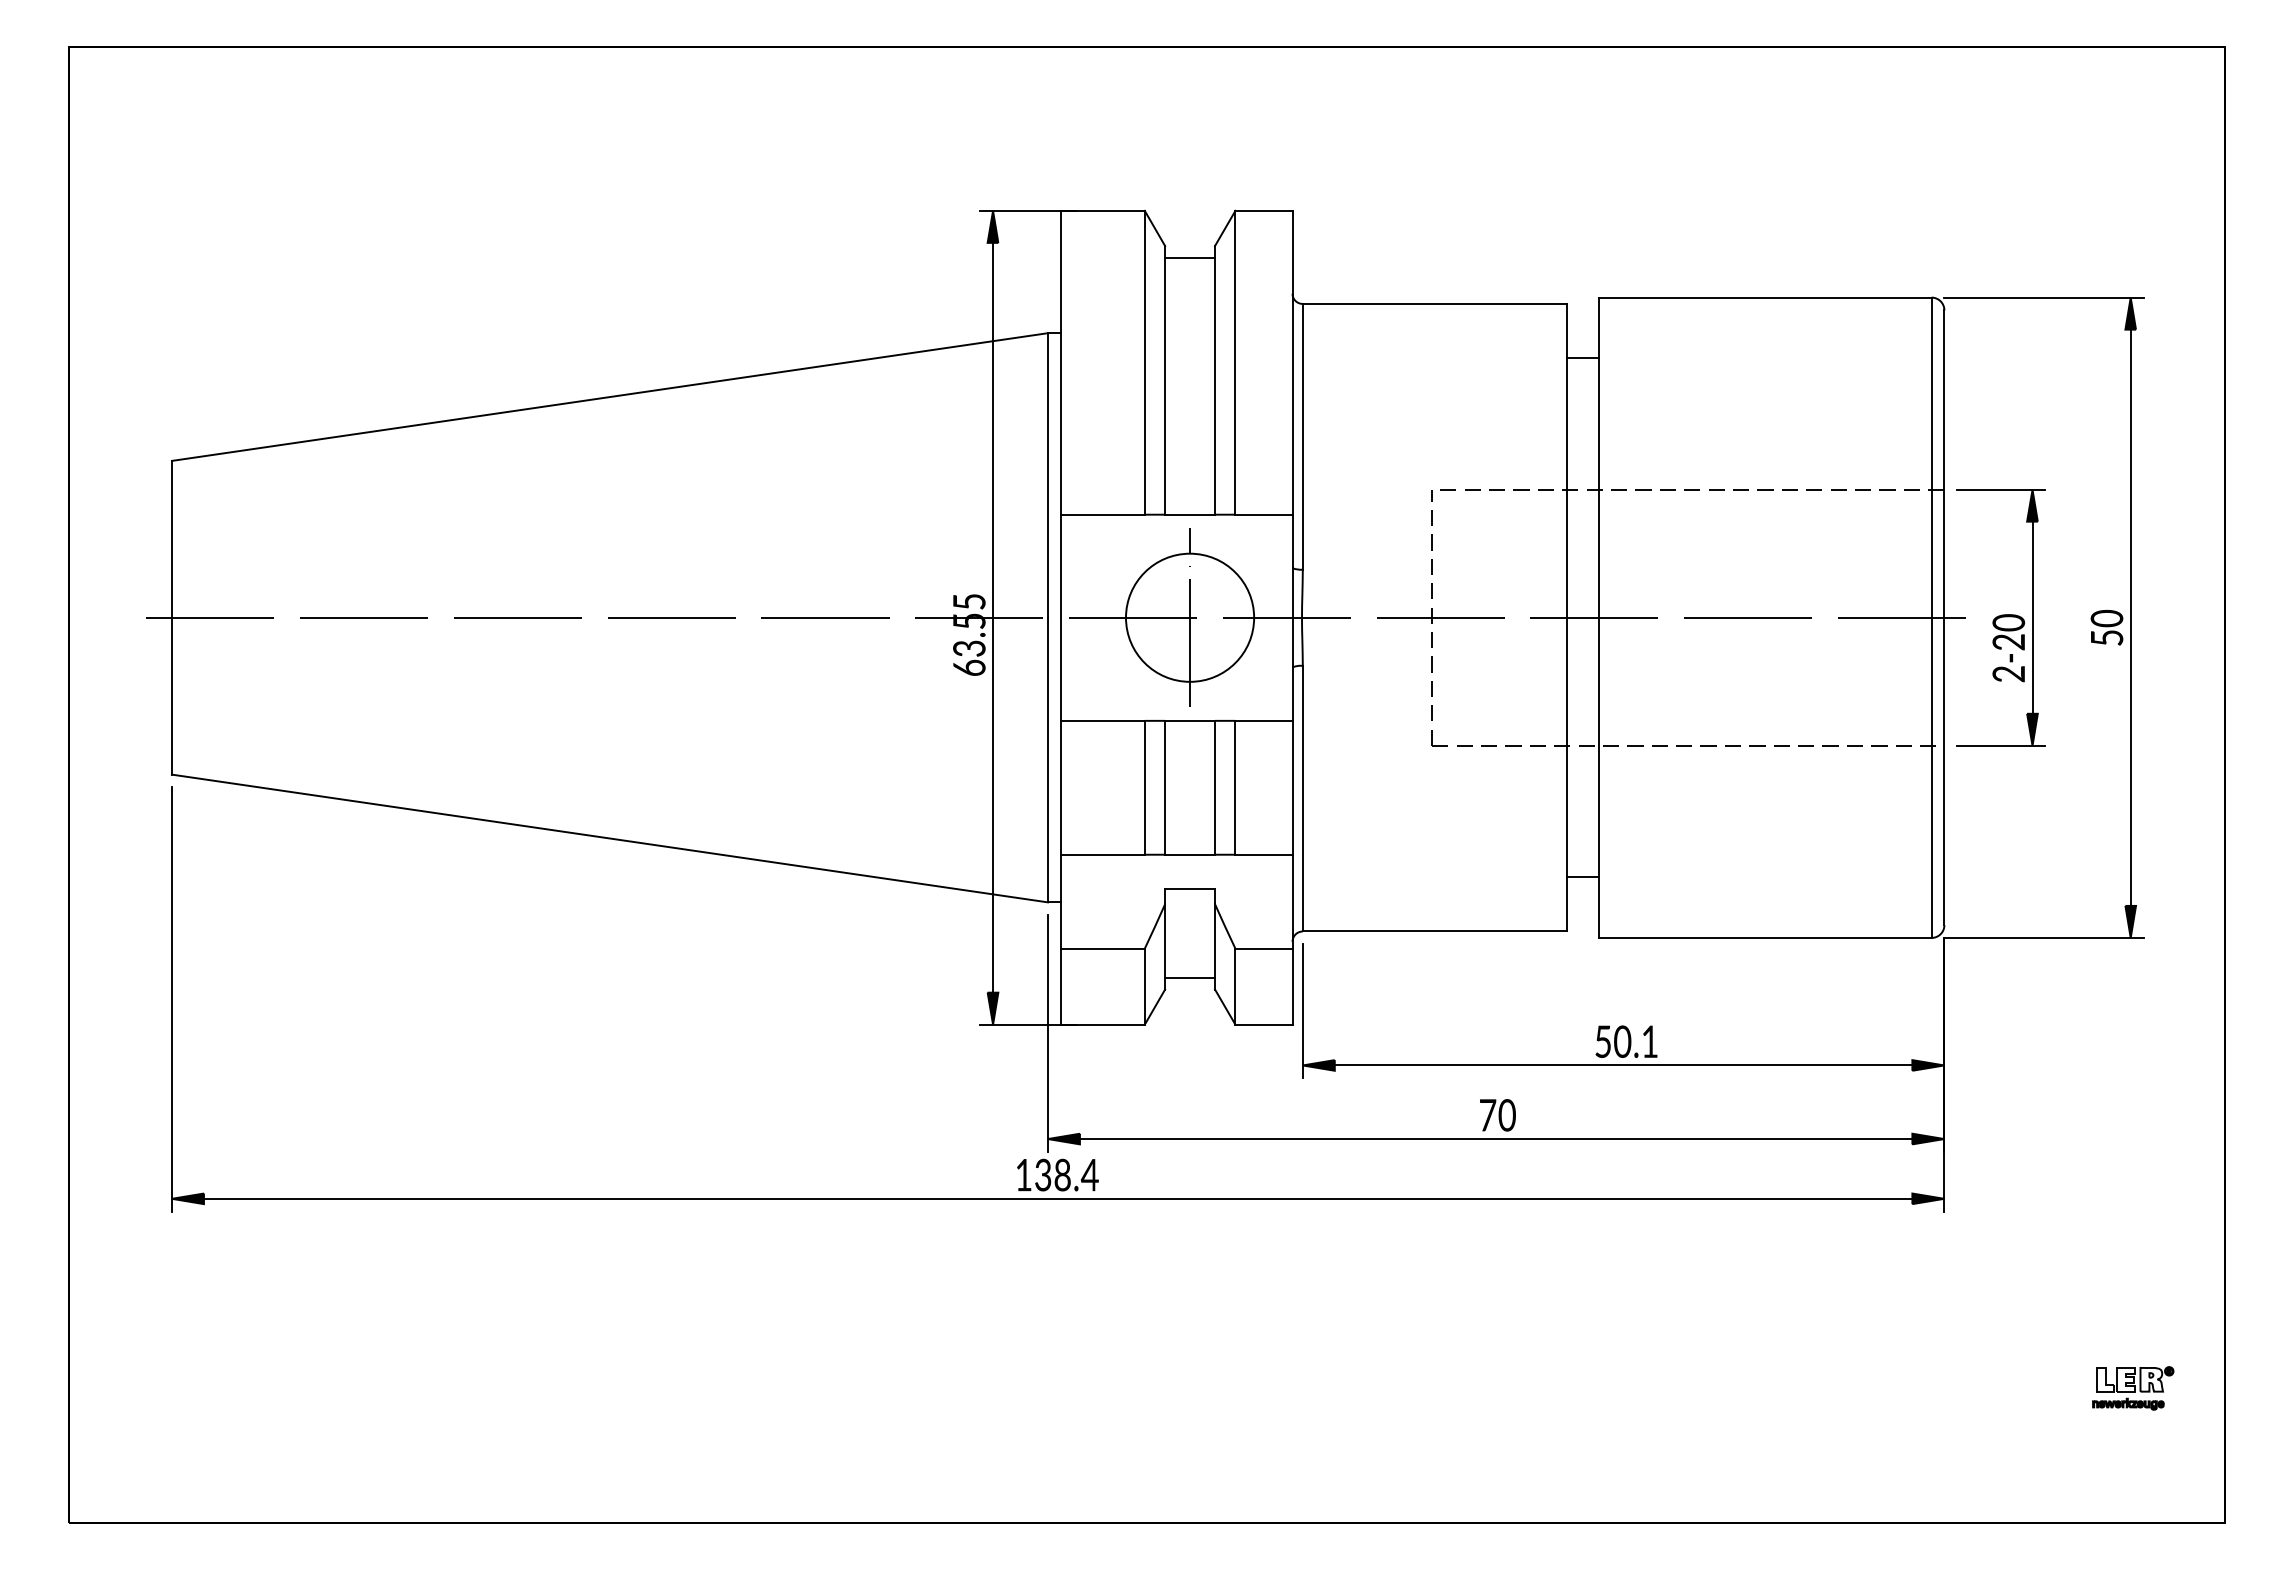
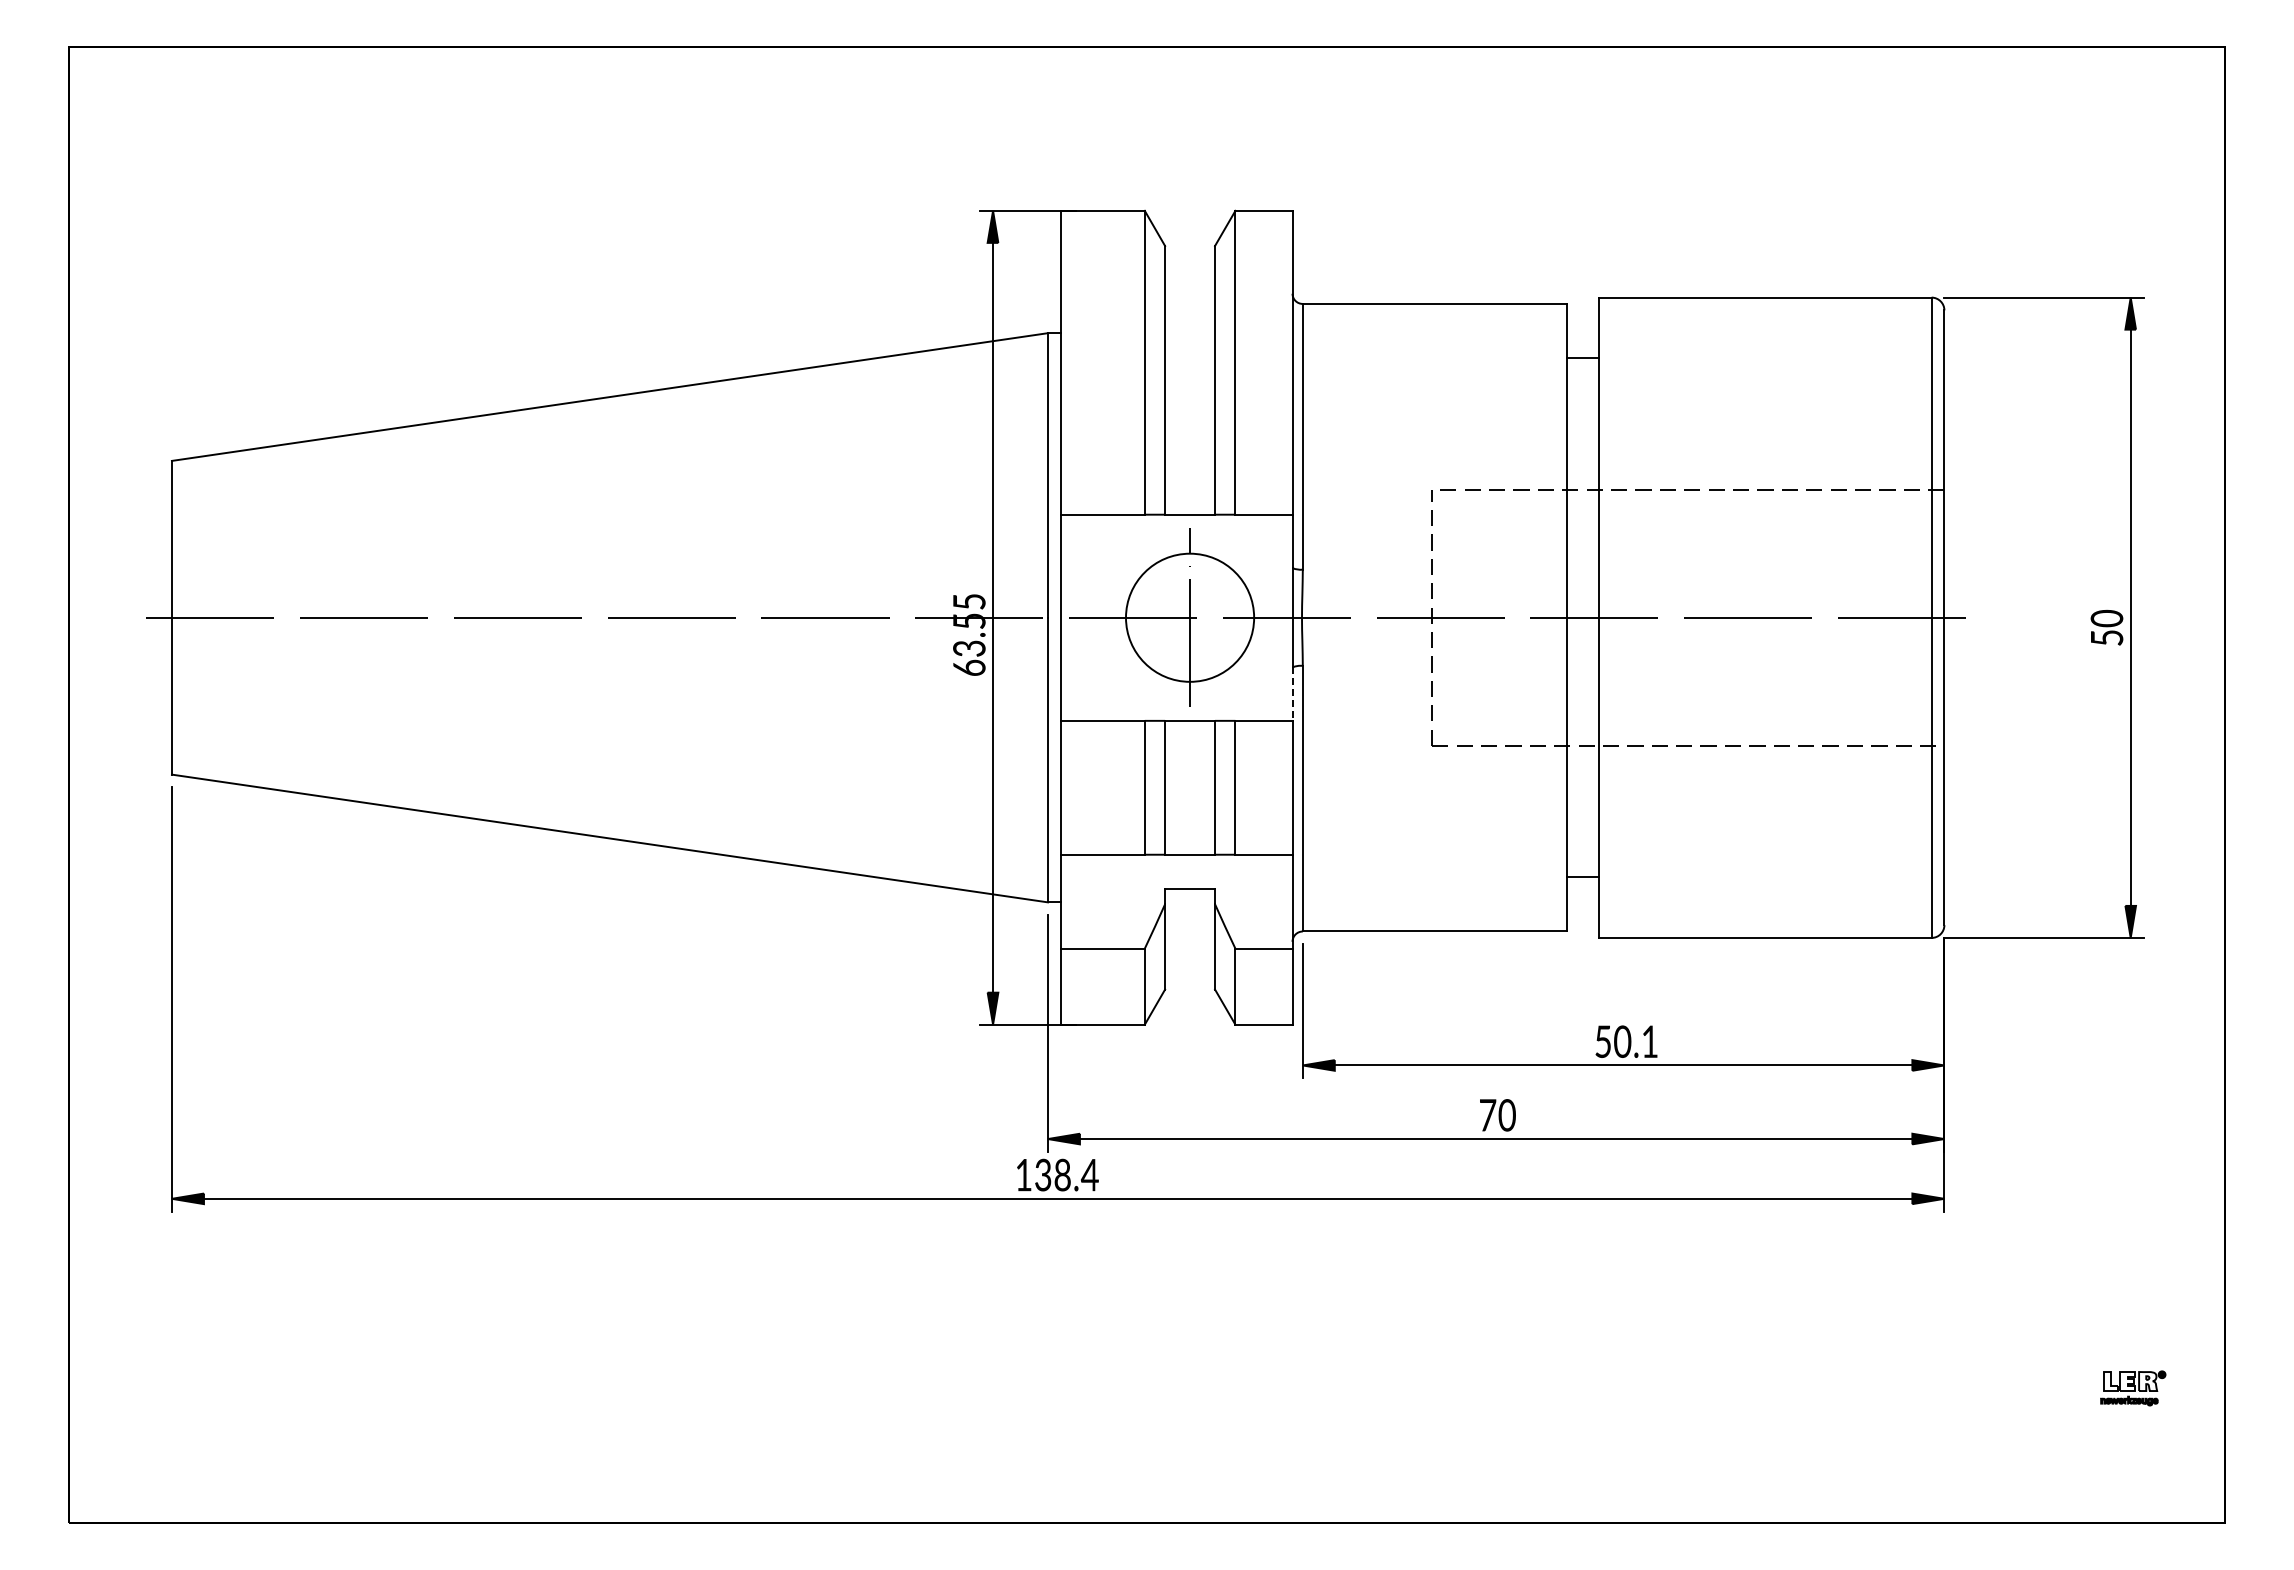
line at (1190, 257): present -> none
part at (2000, 617): present -> none
line at (1292, 694): solid -> dashed
line at (1190, 978): present -> none
part at (2133, 1388) size: 83x45 px -> 67x37 px
